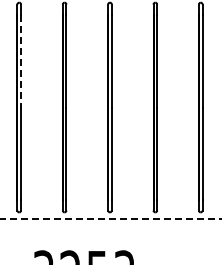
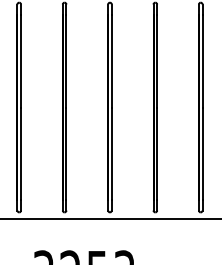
line at (21, 61): dashed -> solid
line at (110, 219): dashed -> solid
